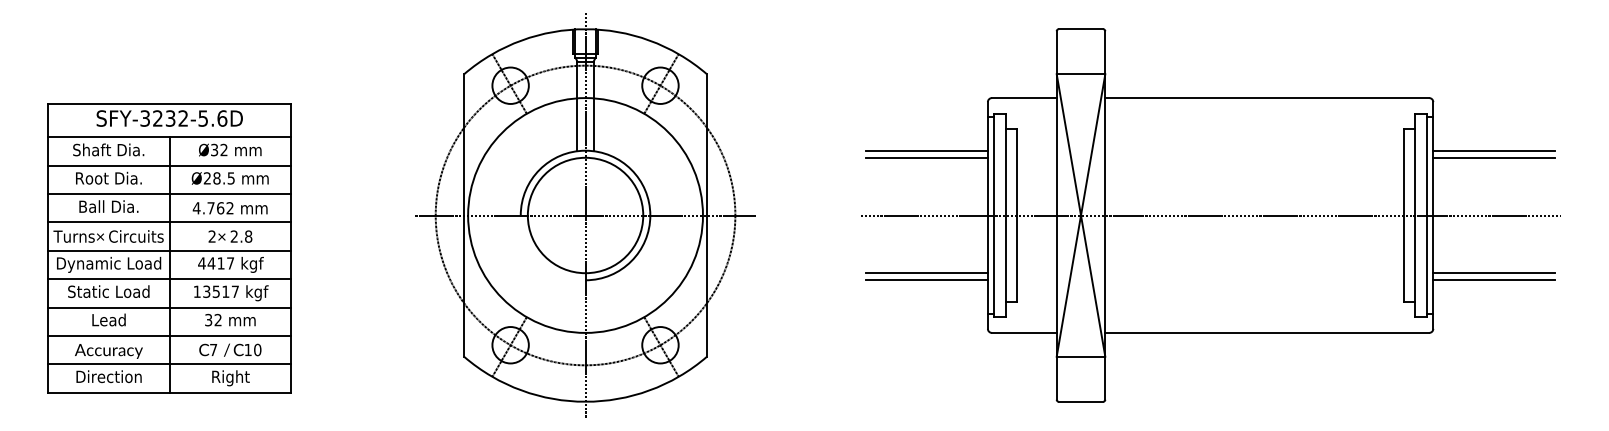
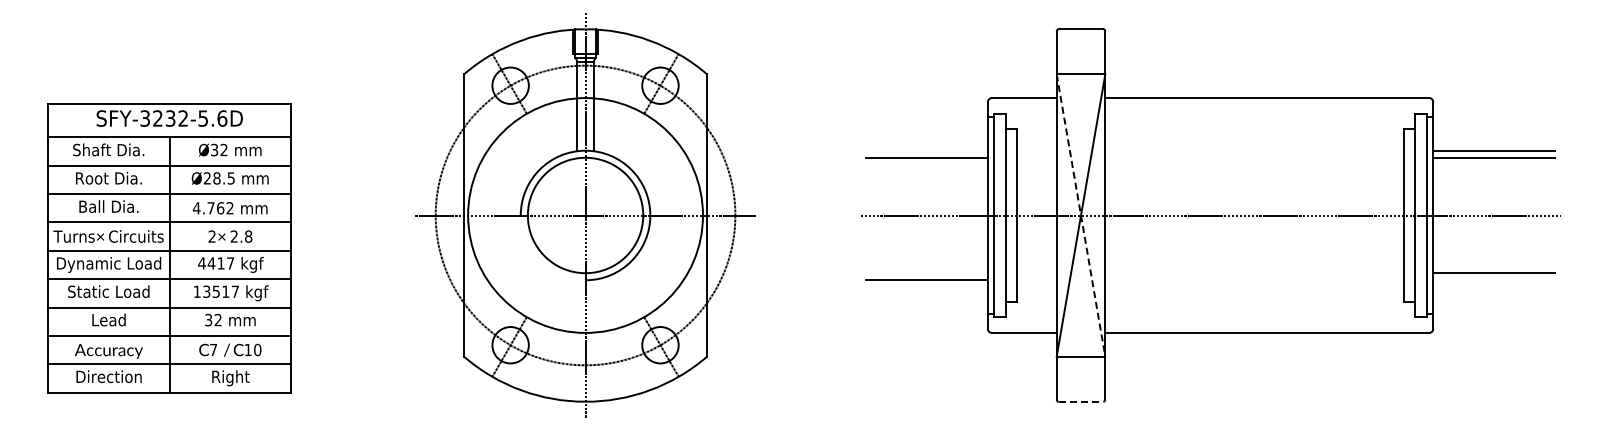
line at (926, 150): present -> none
line at (1081, 215): solid -> dashed
line at (926, 273): present -> none
line at (1493, 280): present -> none
line at (1081, 401): solid -> dashed
